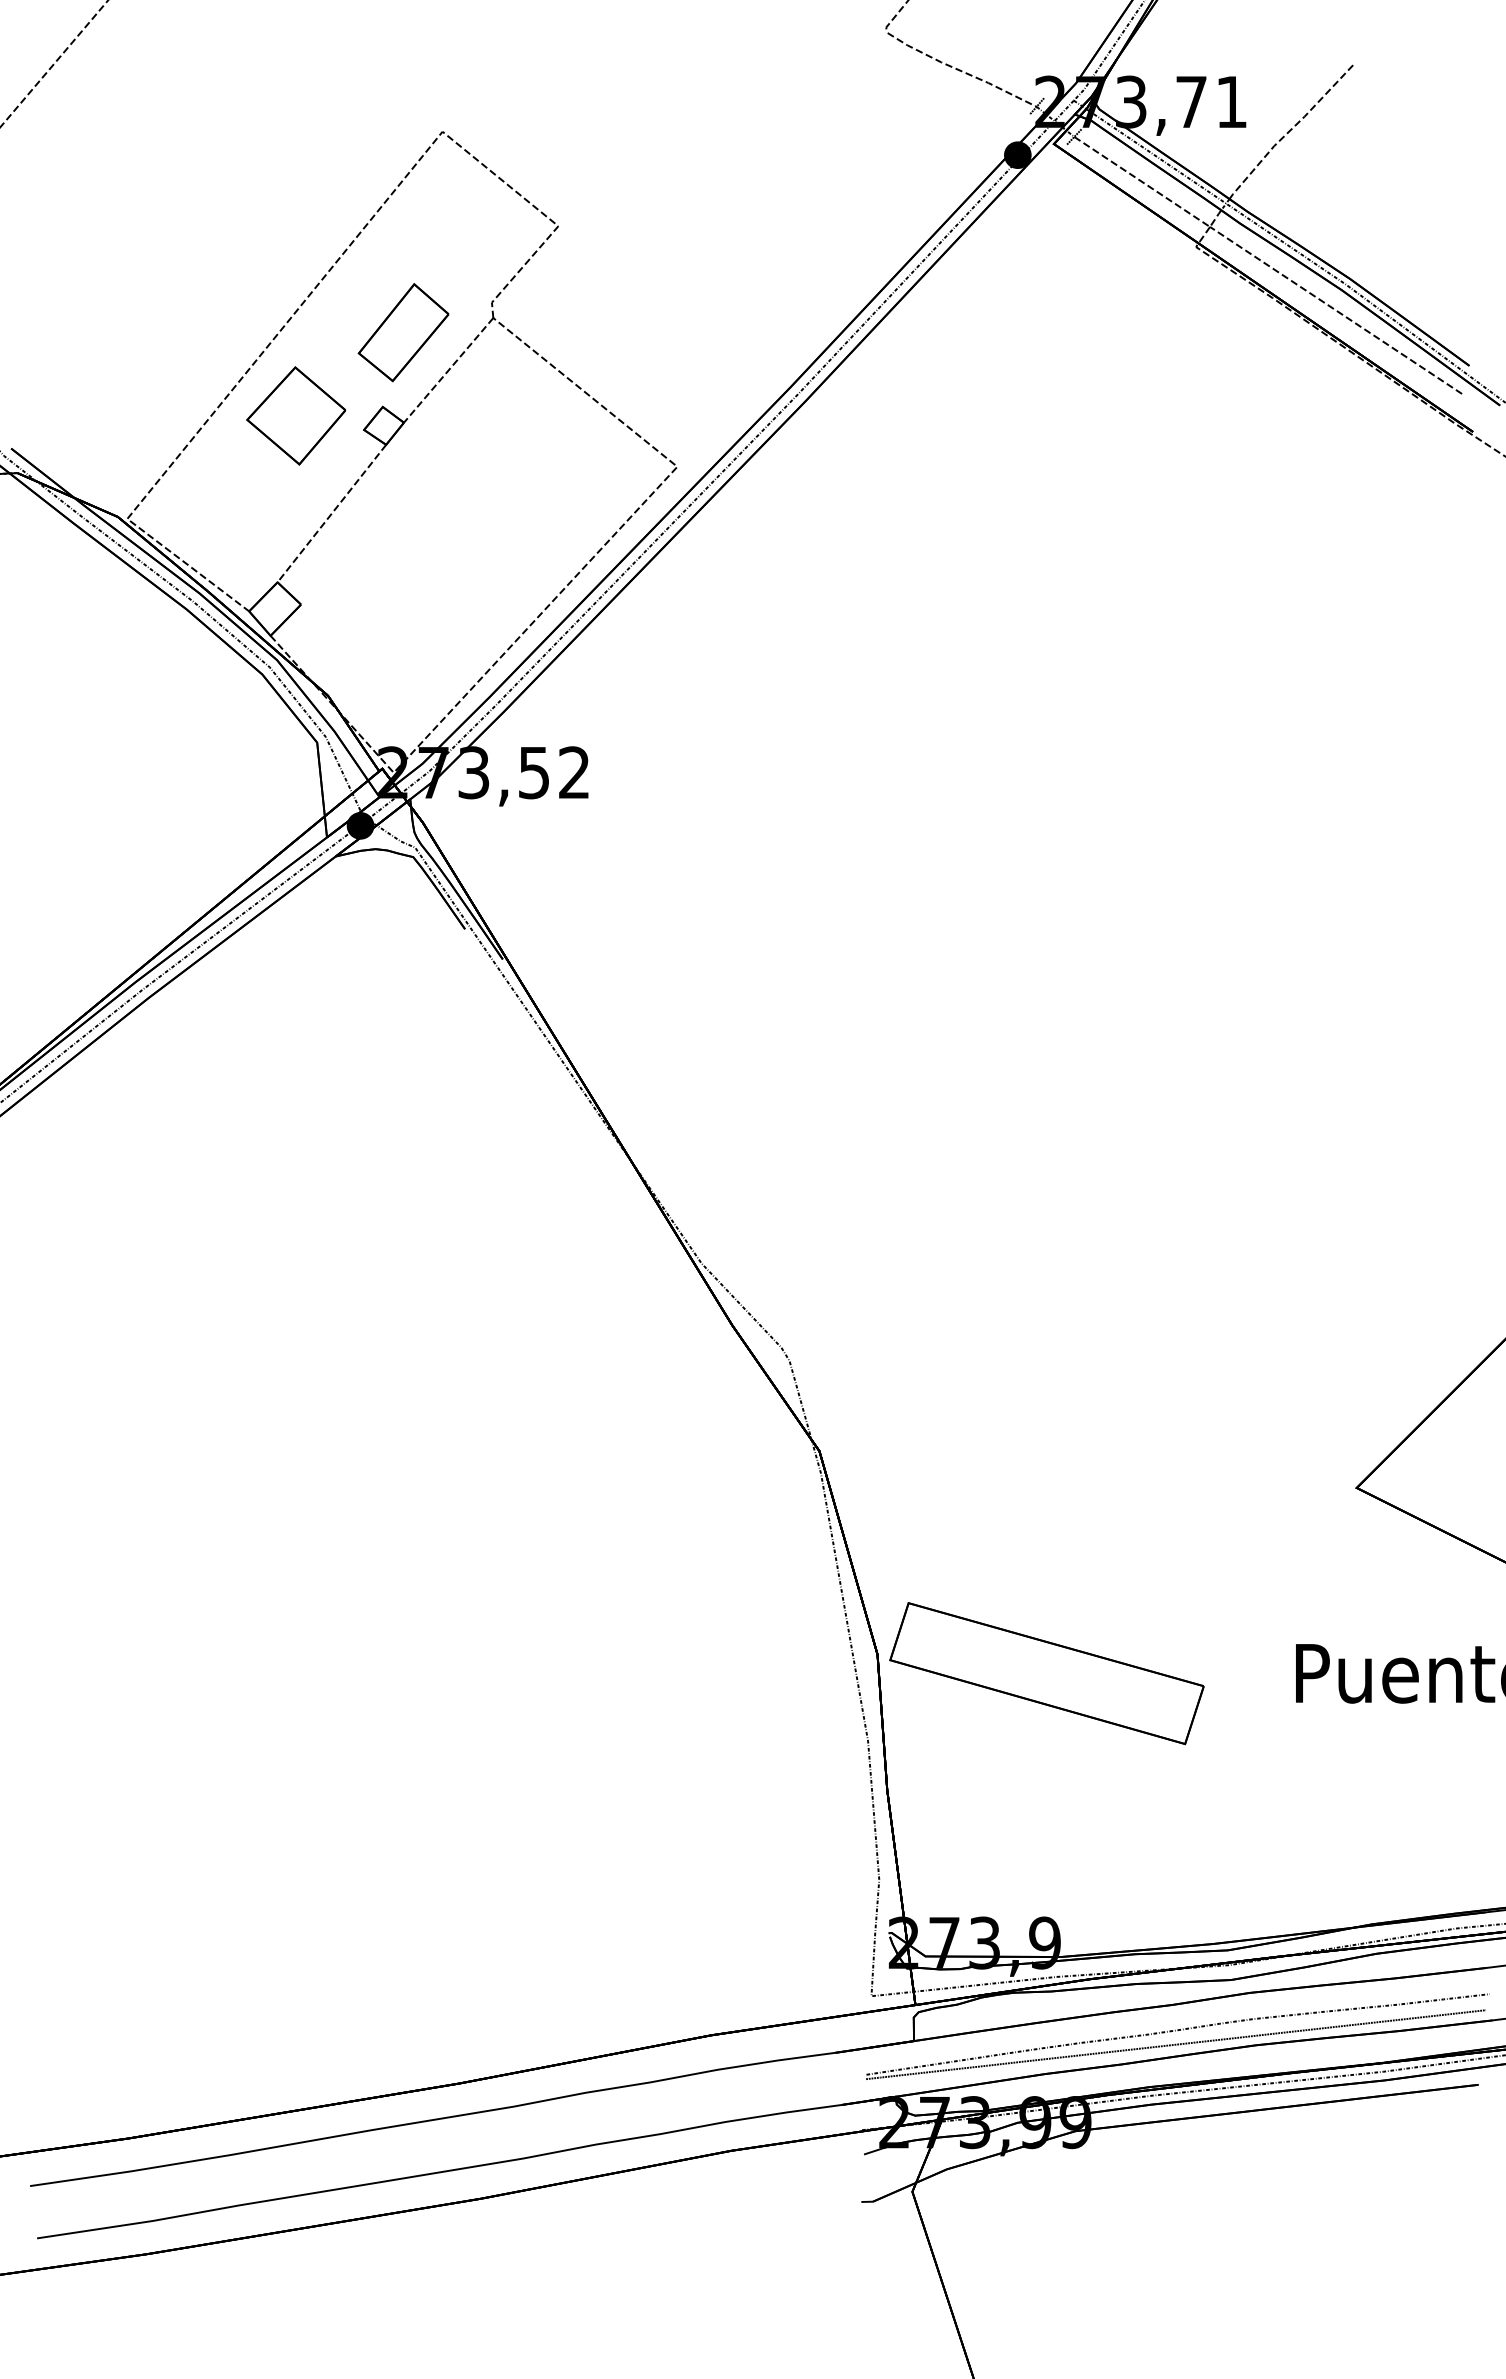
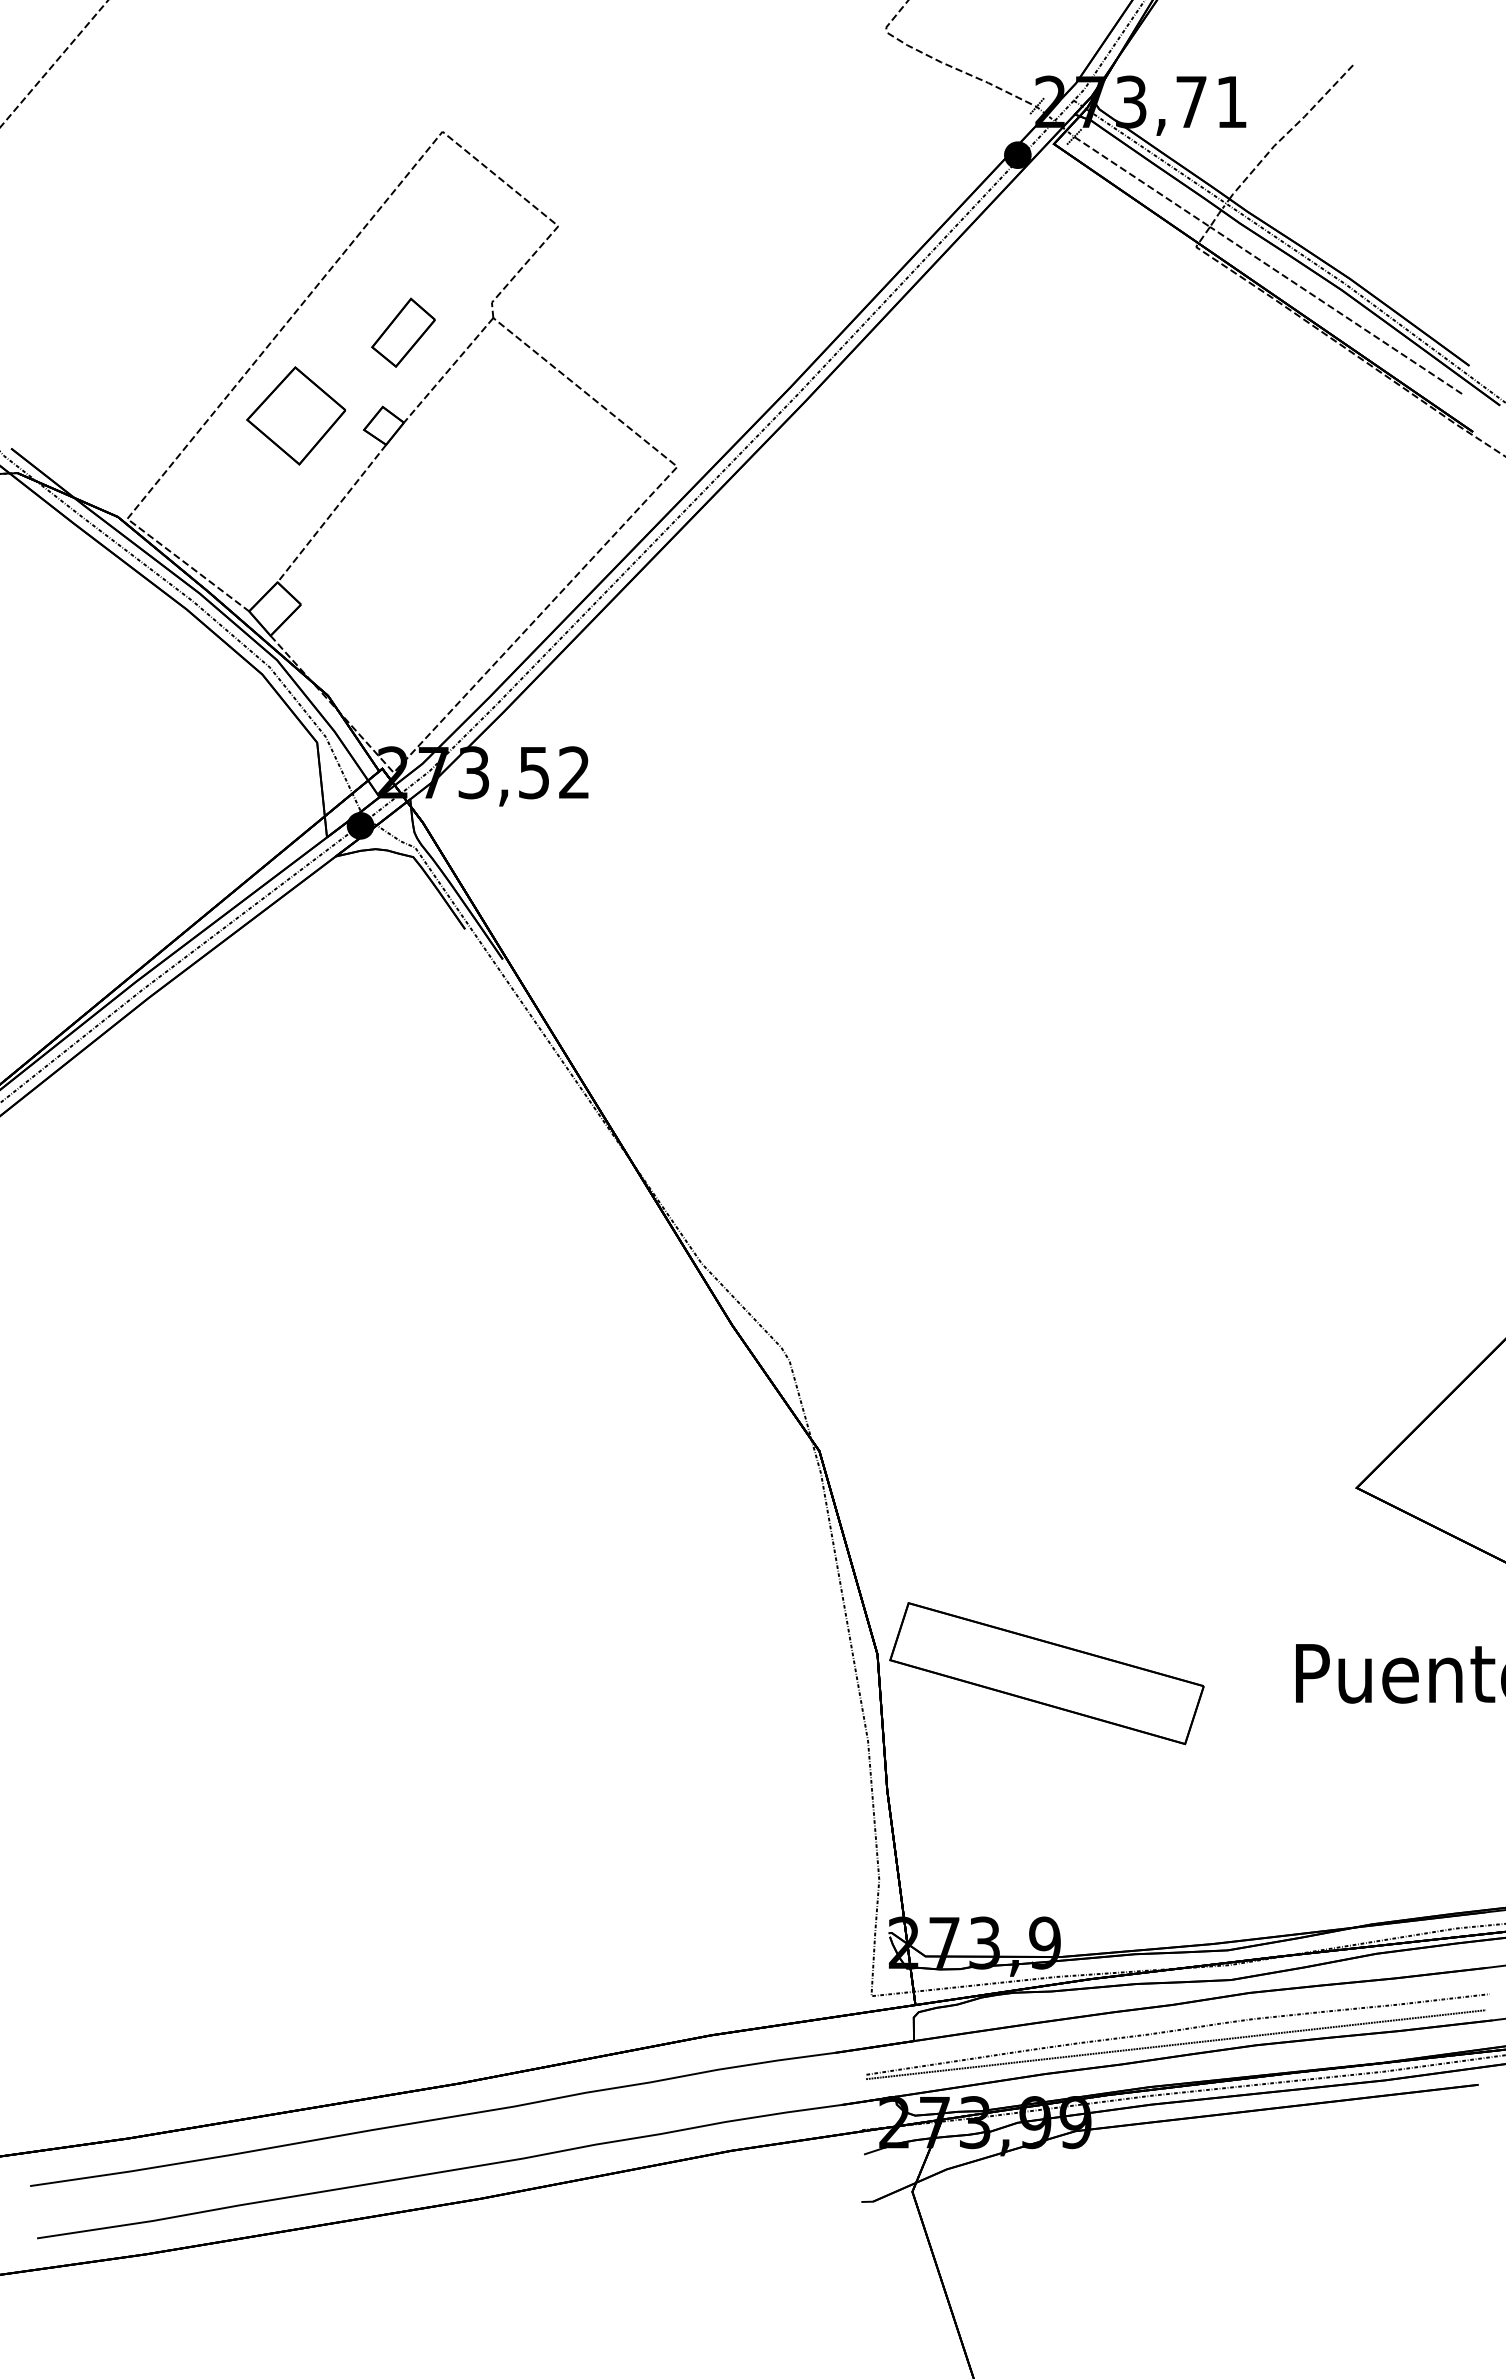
part at (403, 332) size: 93x100 px -> 65x71 px
